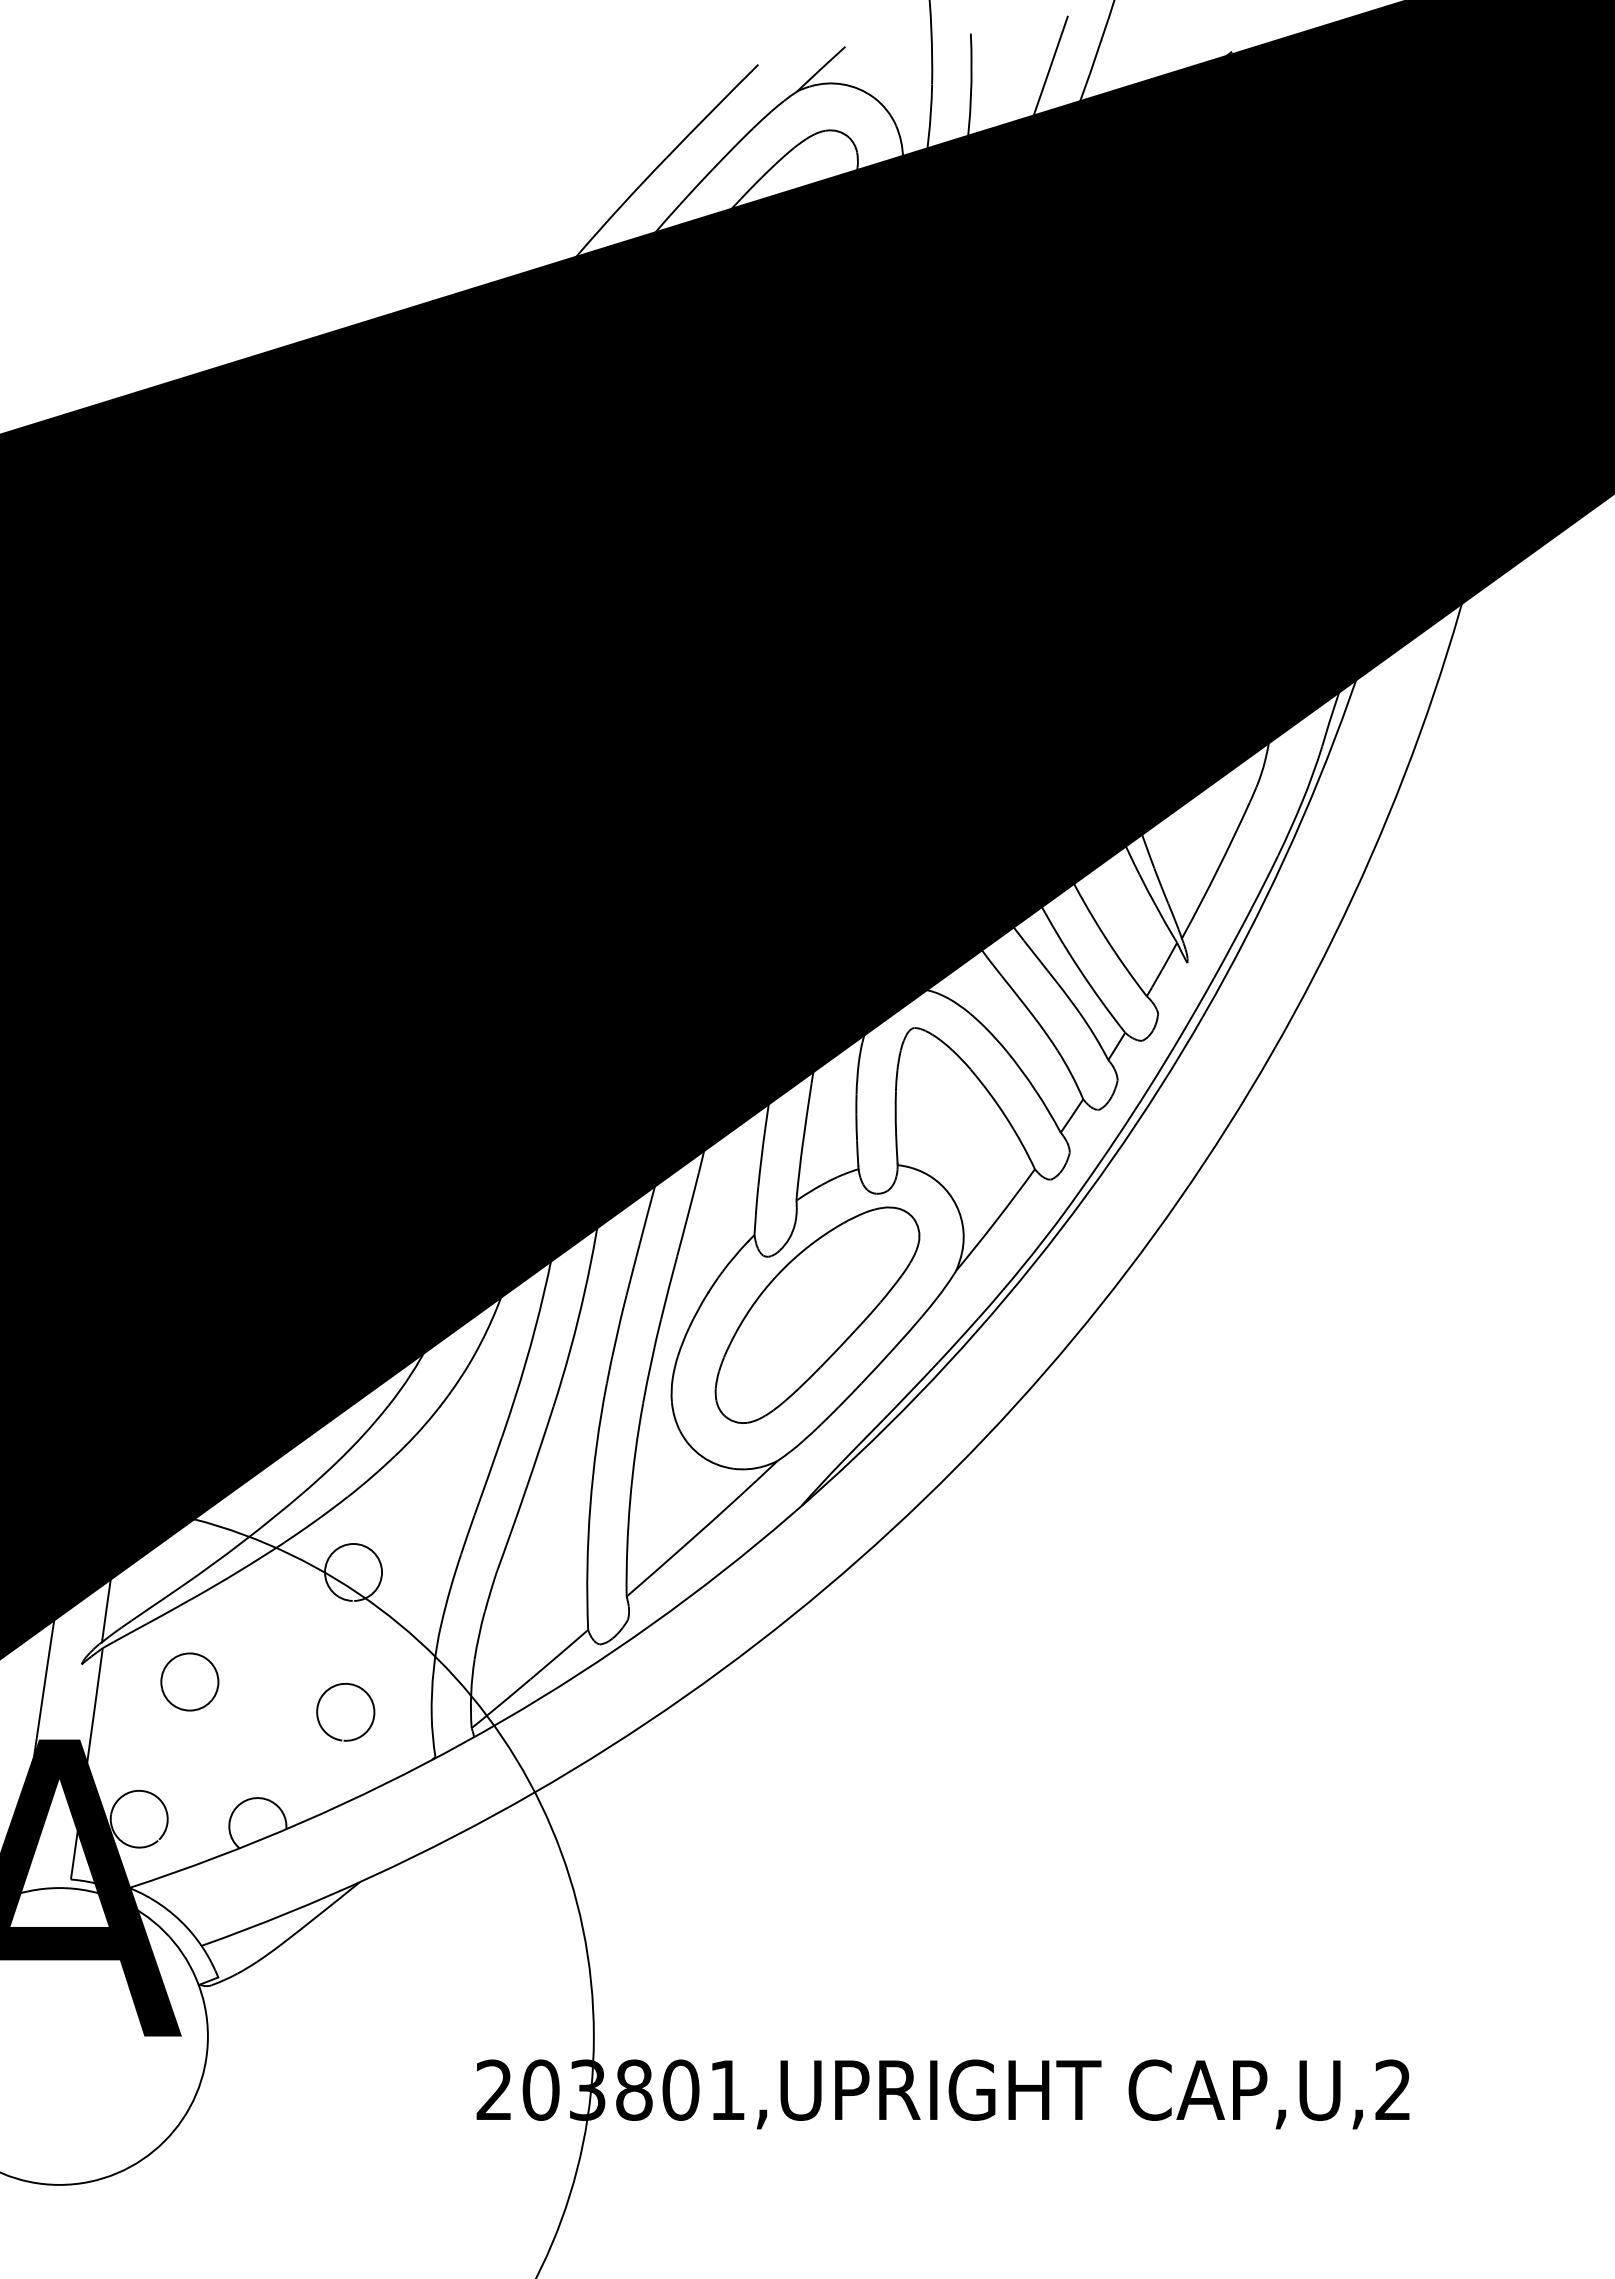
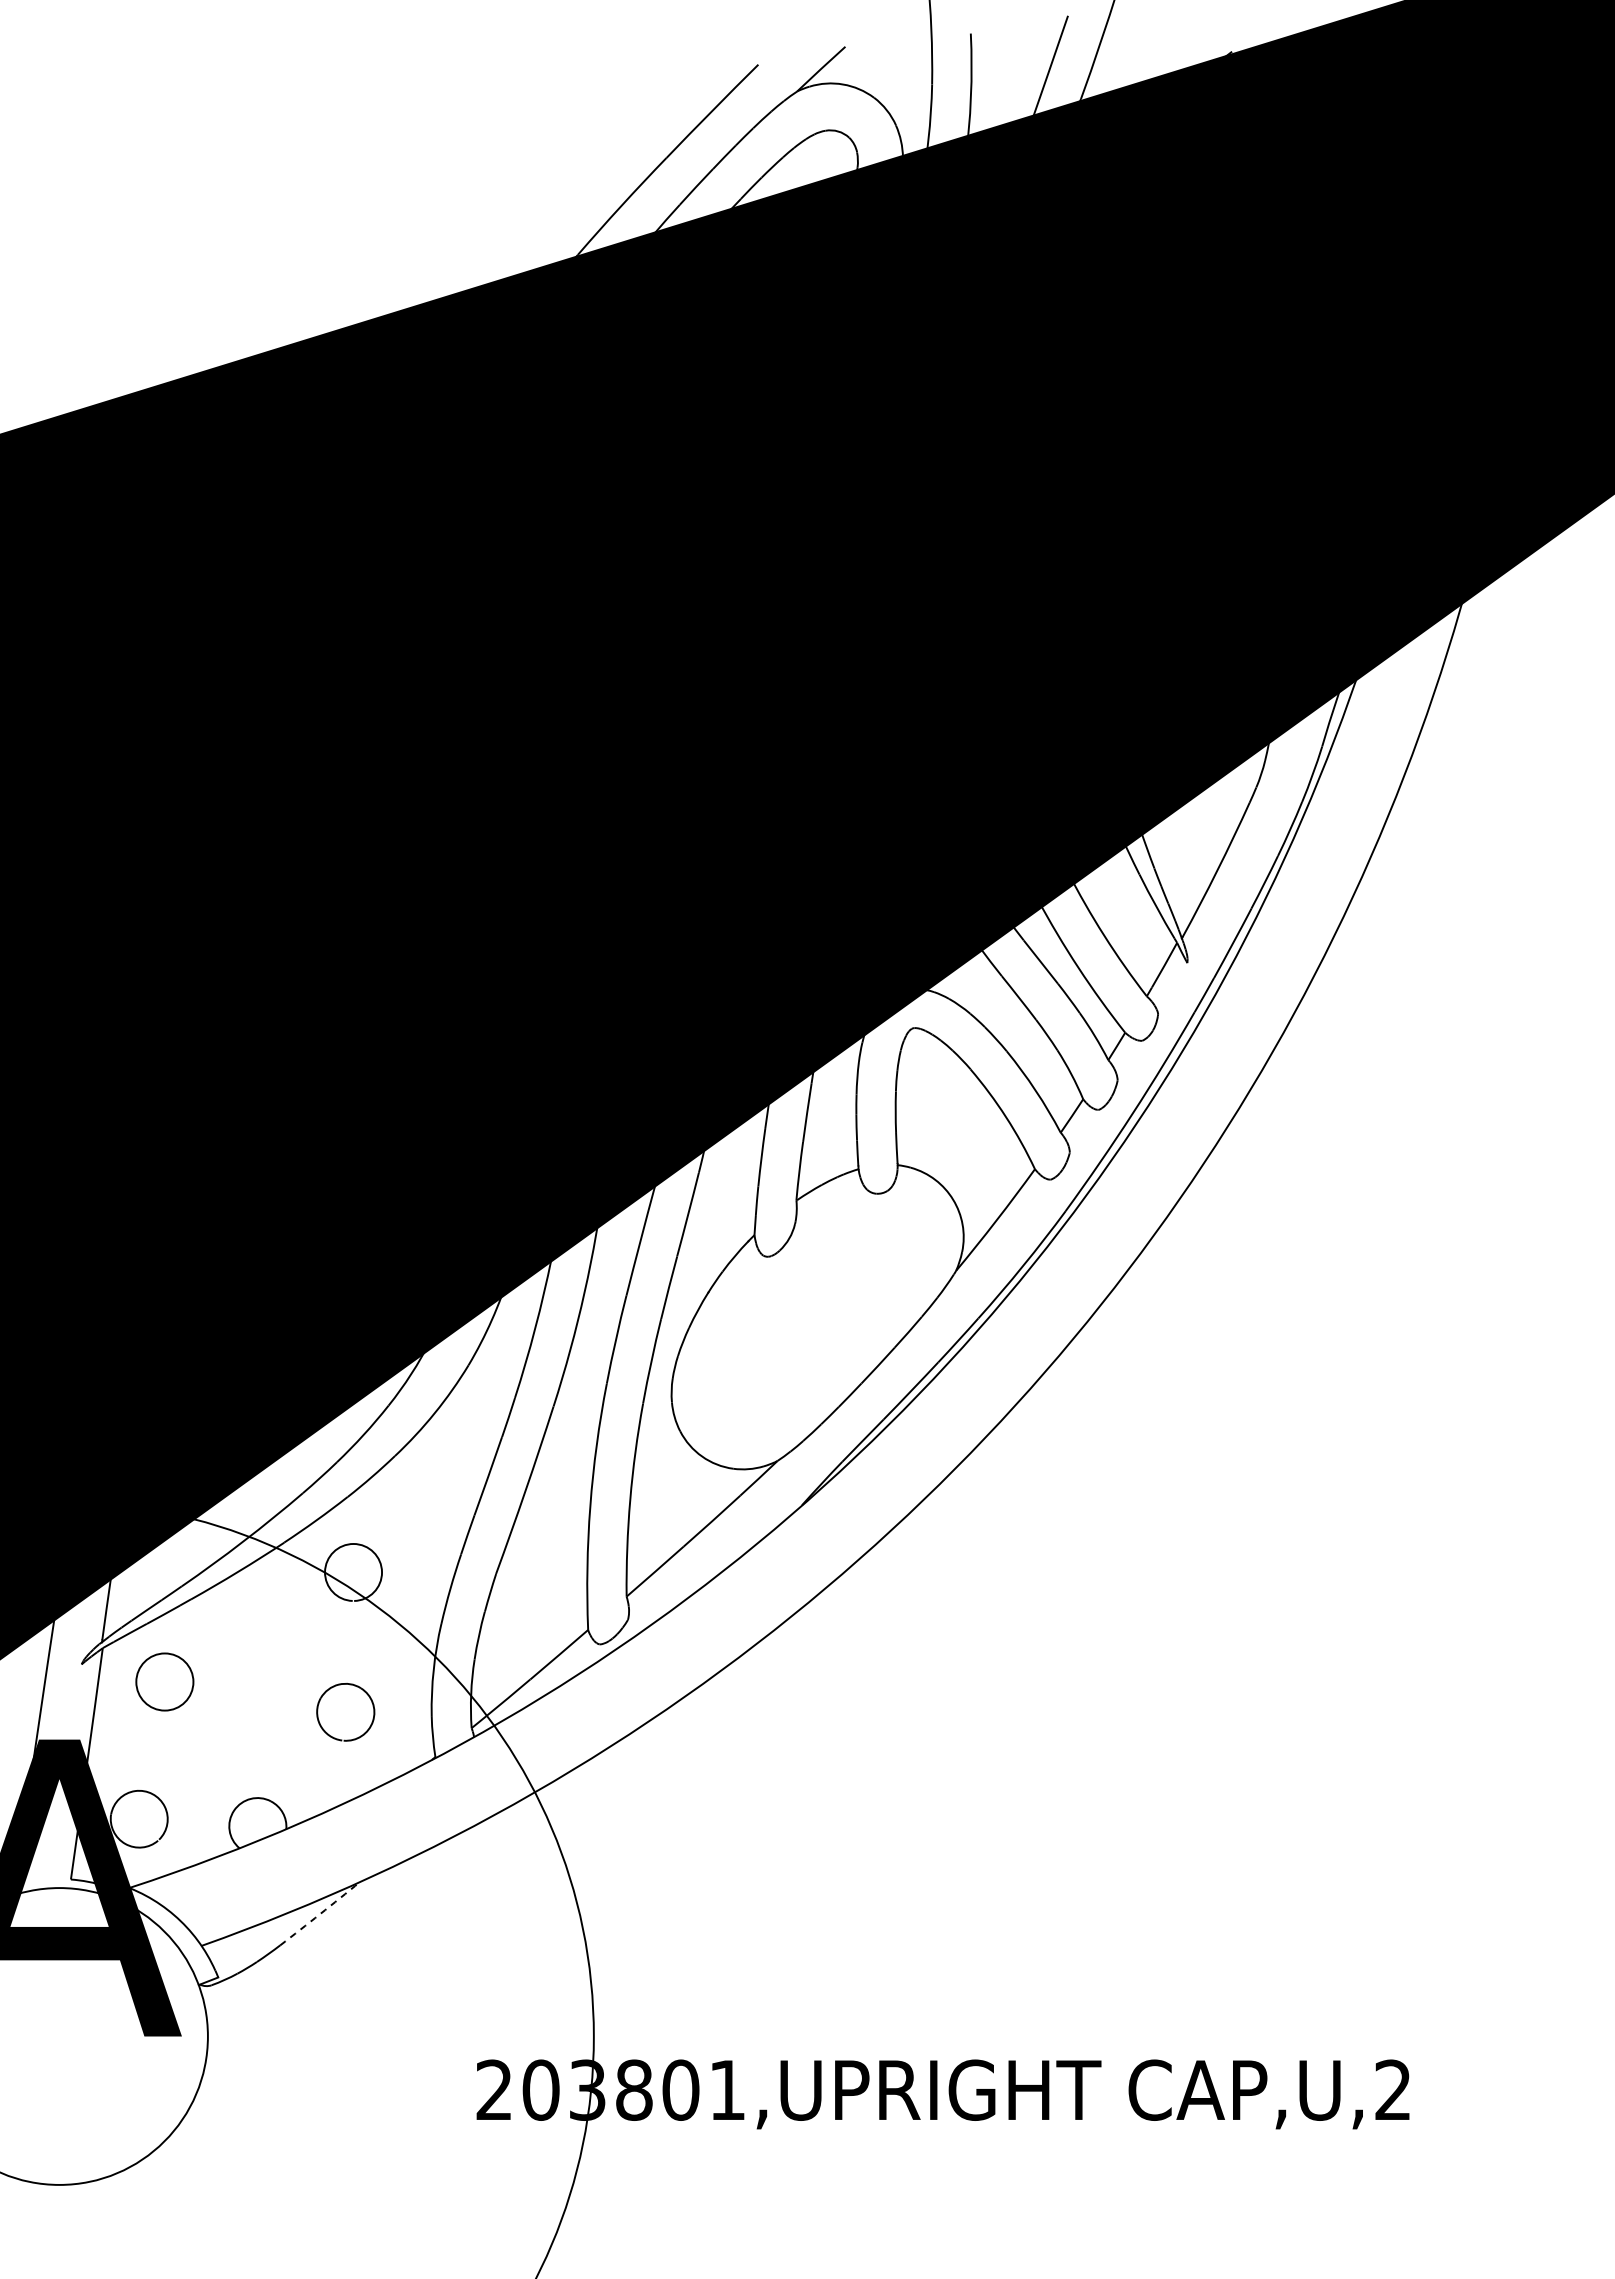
part at (817, 1314): present -> none
circle at (189, 1681) position: (189, 1681) -> (164, 1681)
arc at (320, 1914): solid -> dashed
